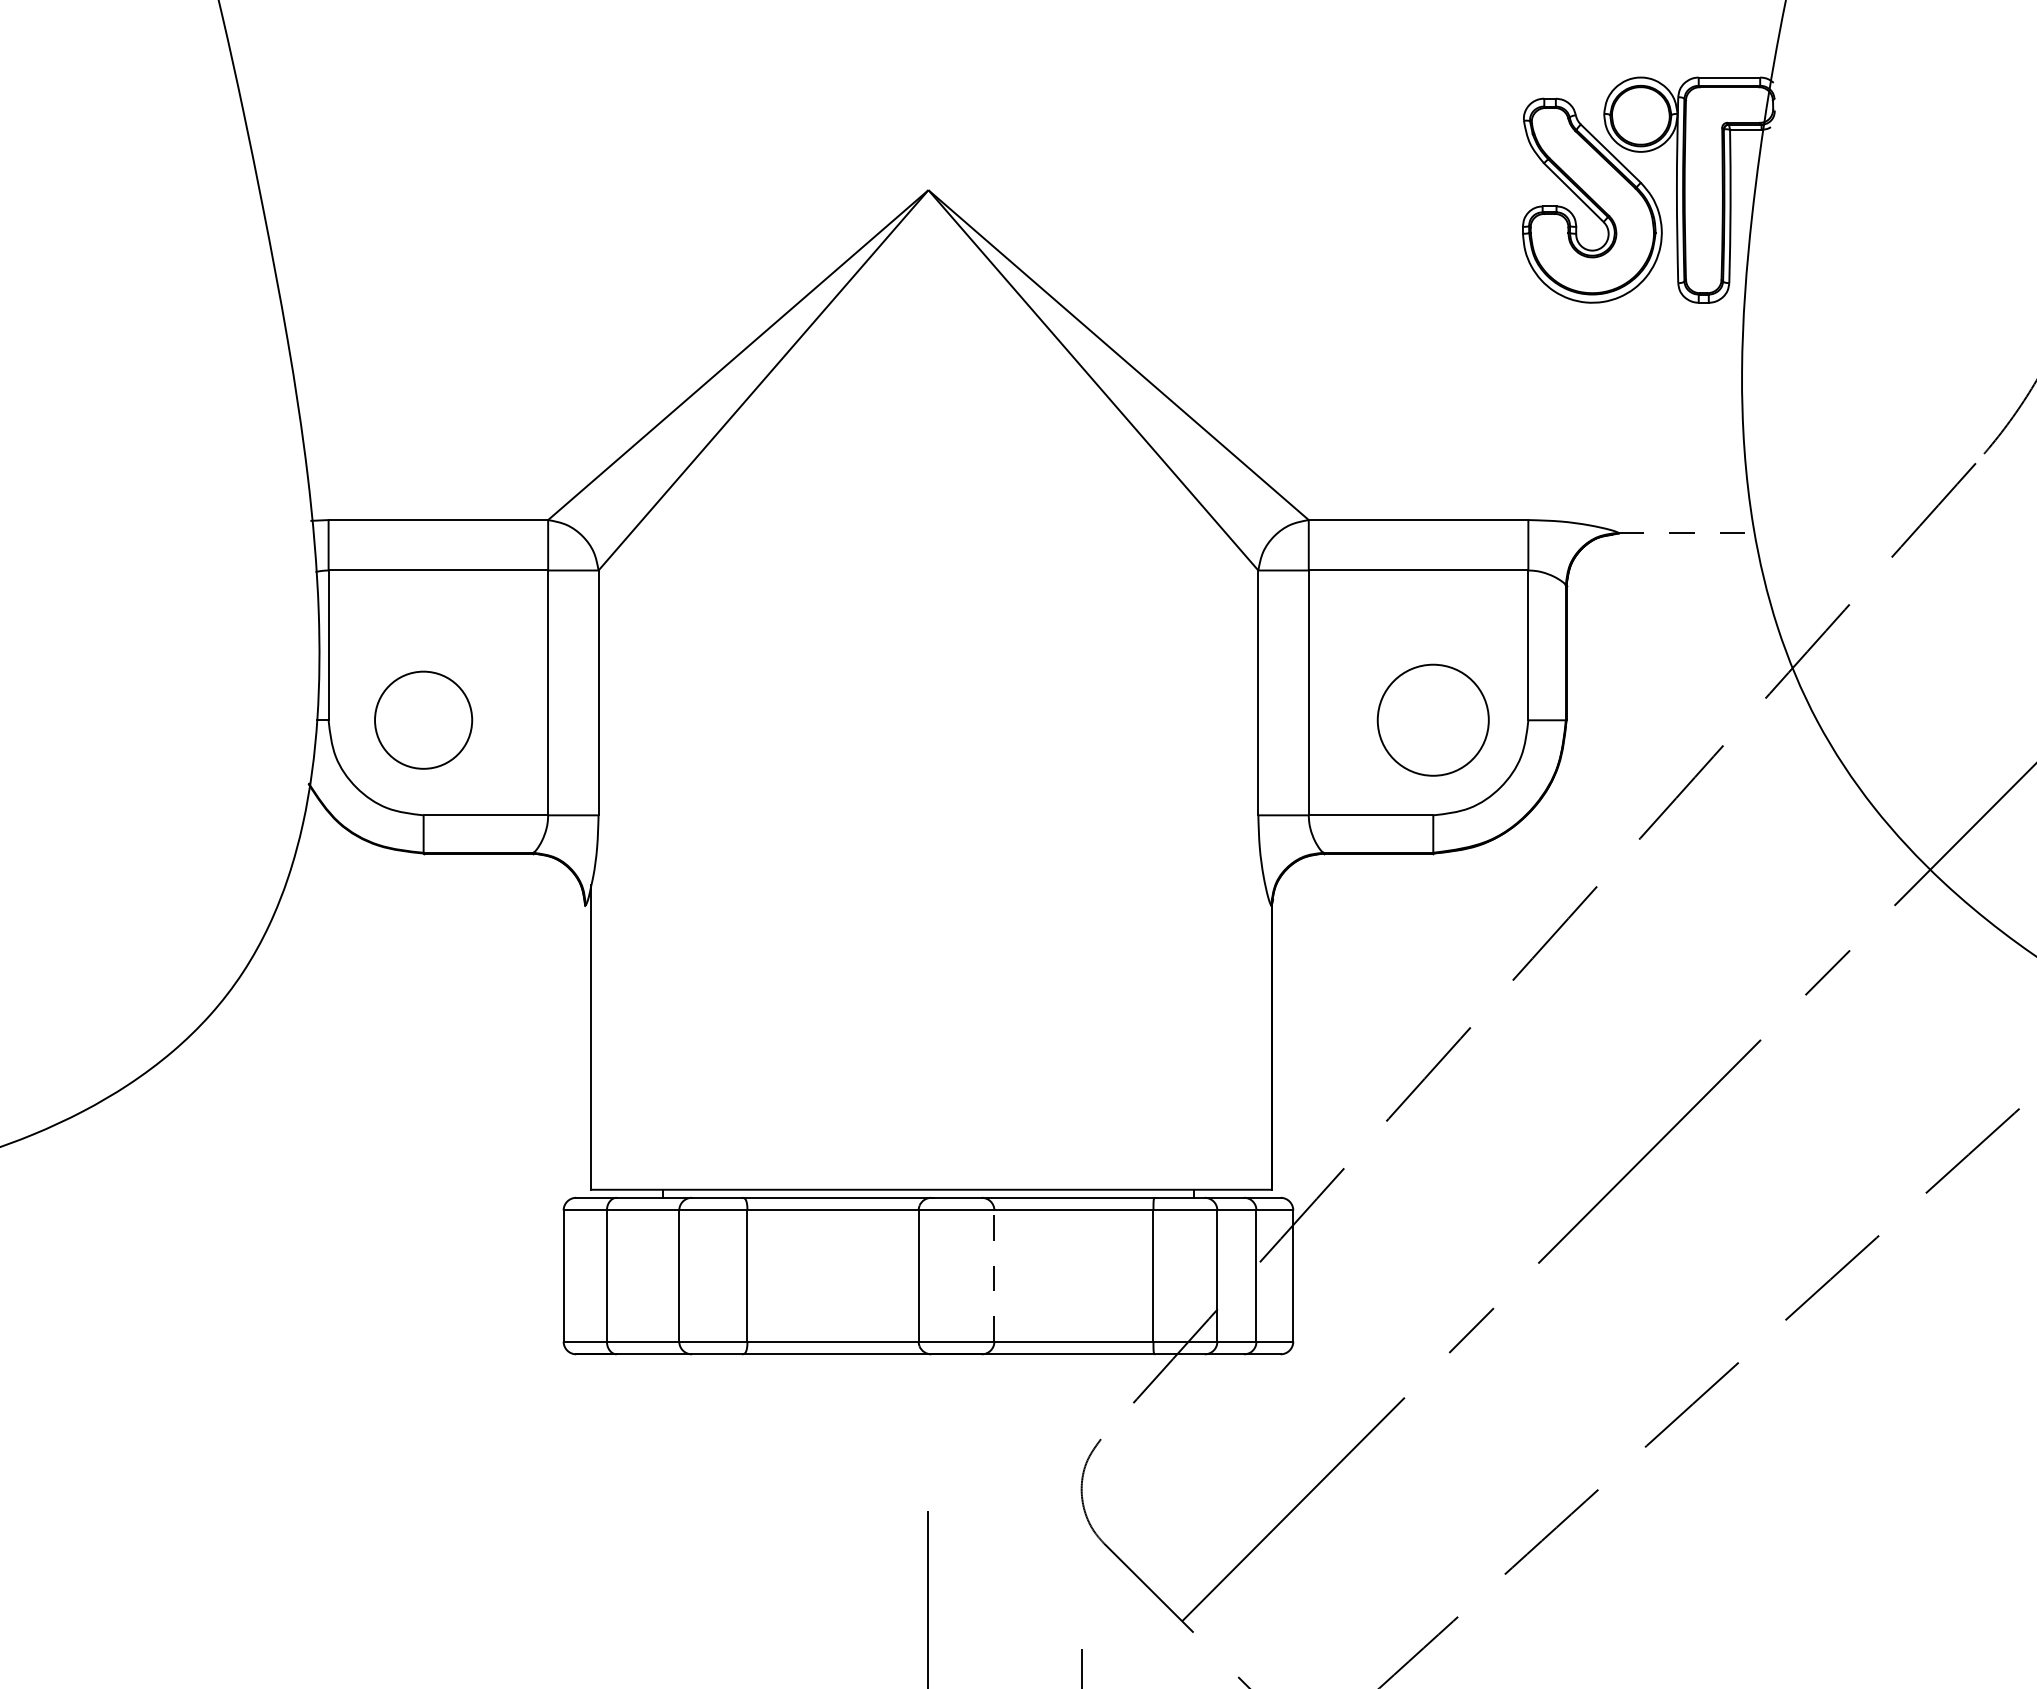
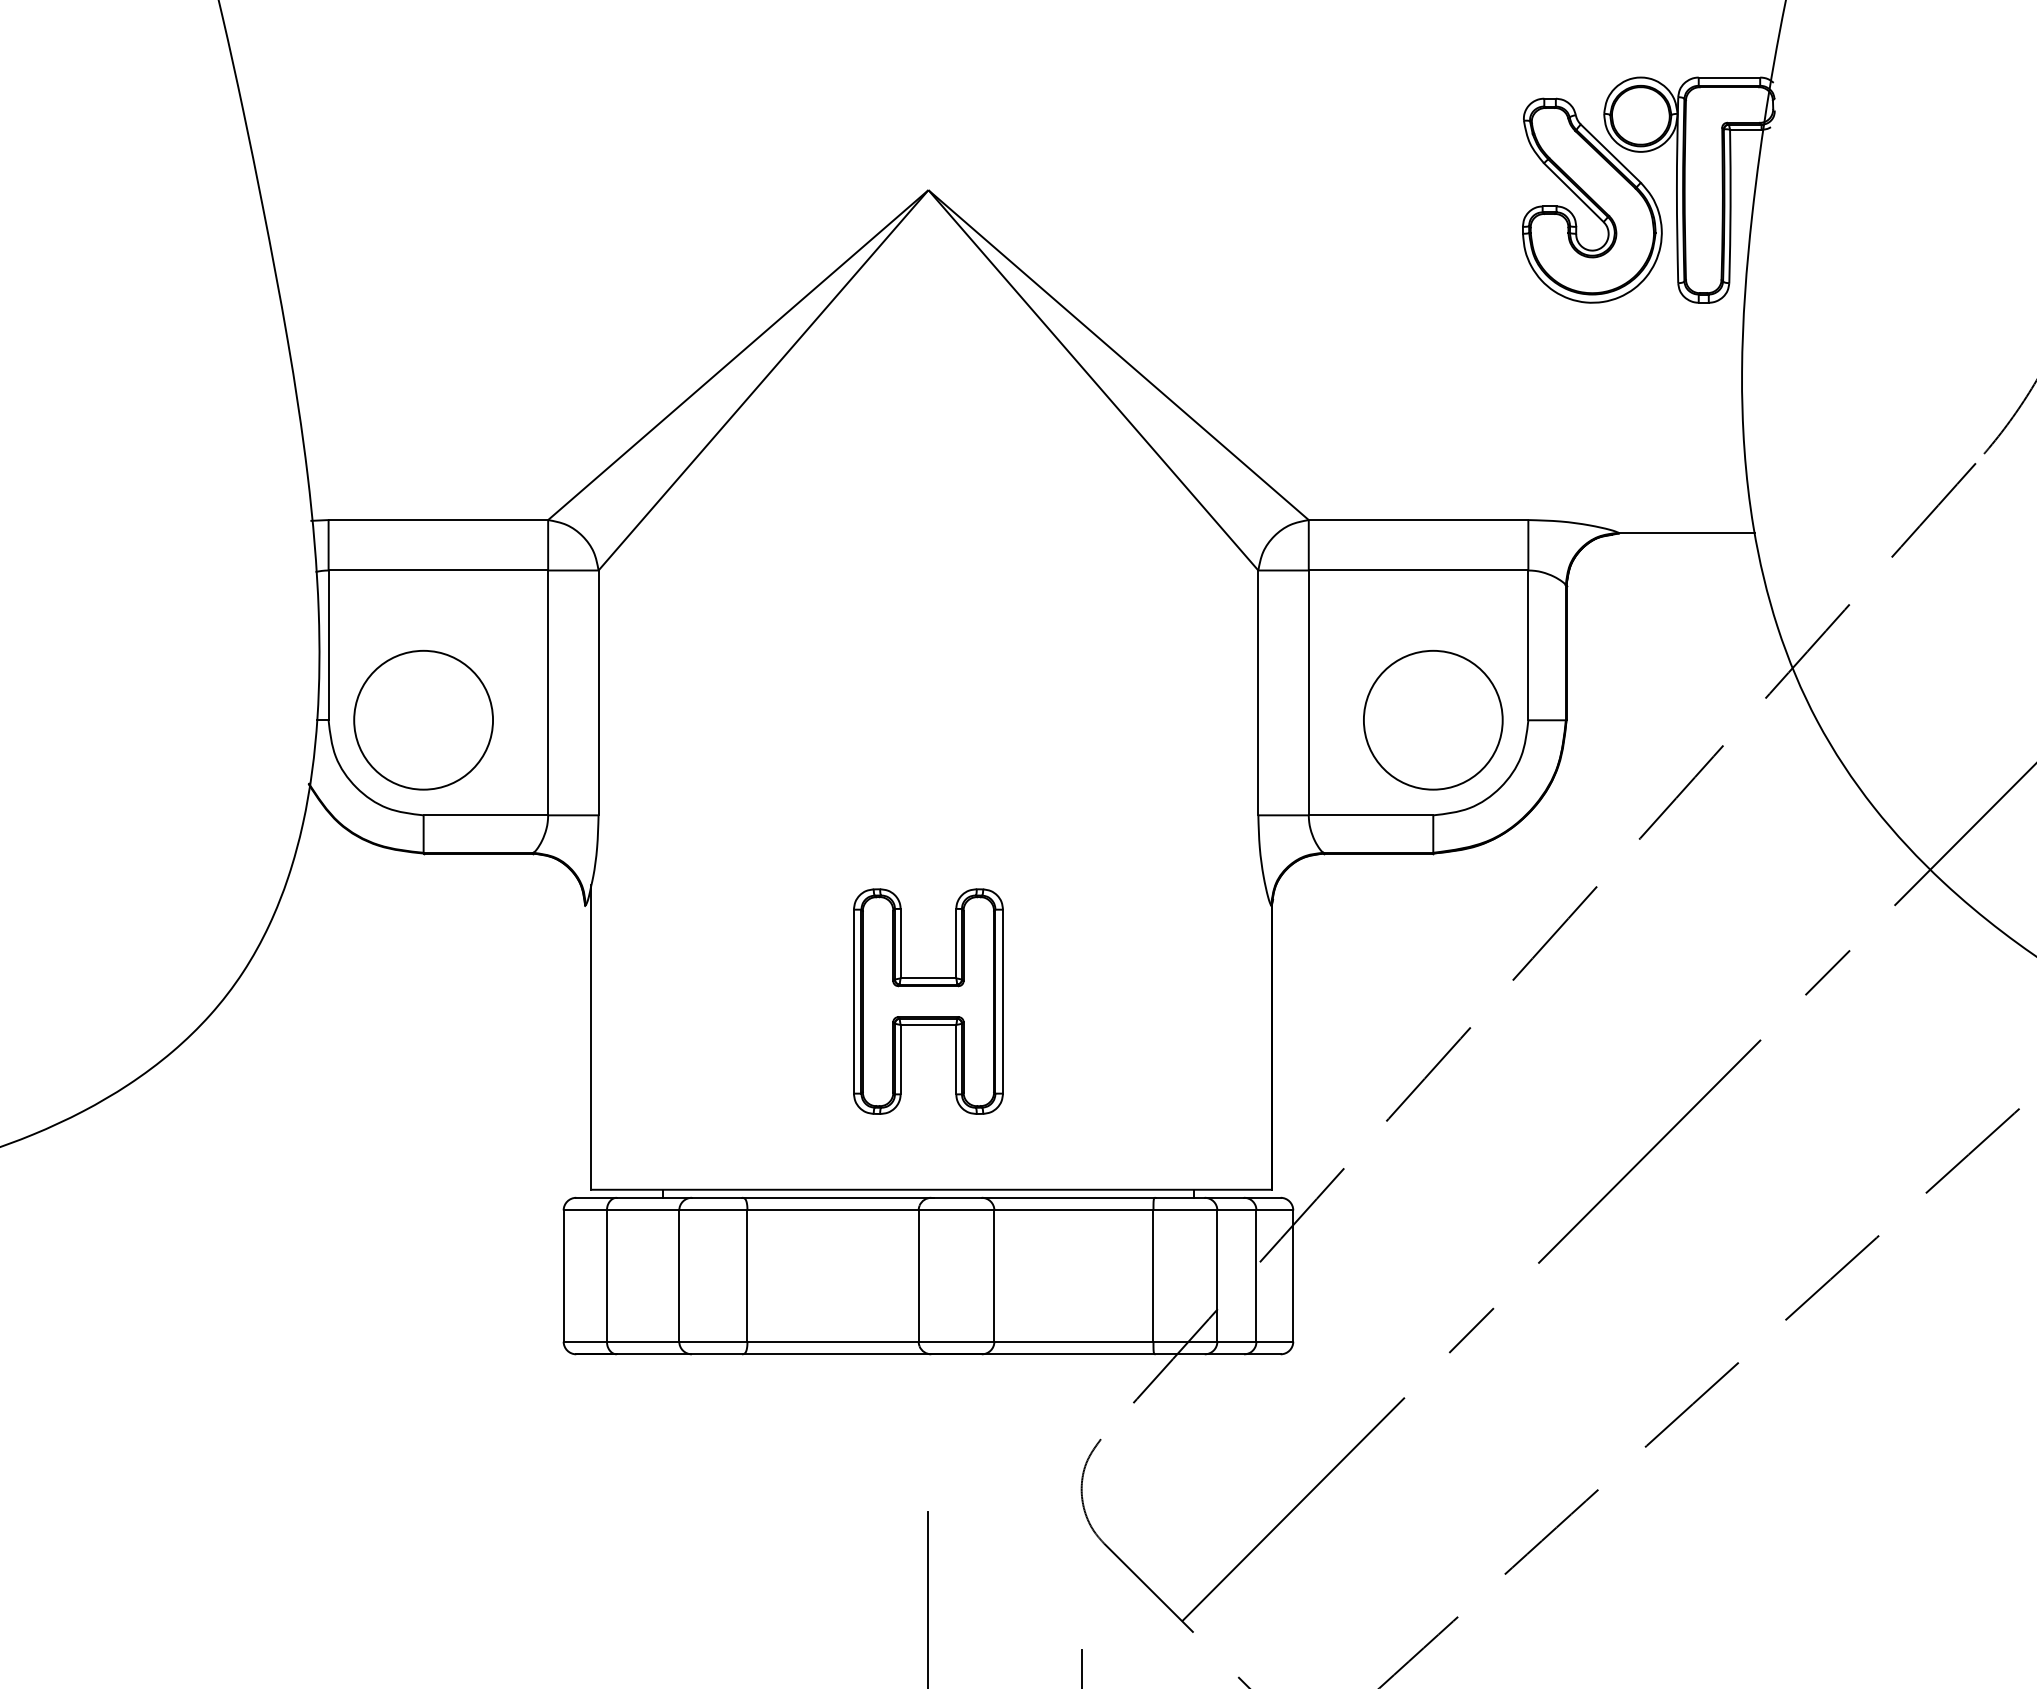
line at (1687, 533): dashed -> solid
circle at (423, 719) diameter: 97 px -> 139 px
circle at (1432, 719) diameter: 111 px -> 139 px
part at (928, 1001): none -> present
line at (994, 1276): dashed -> solid
